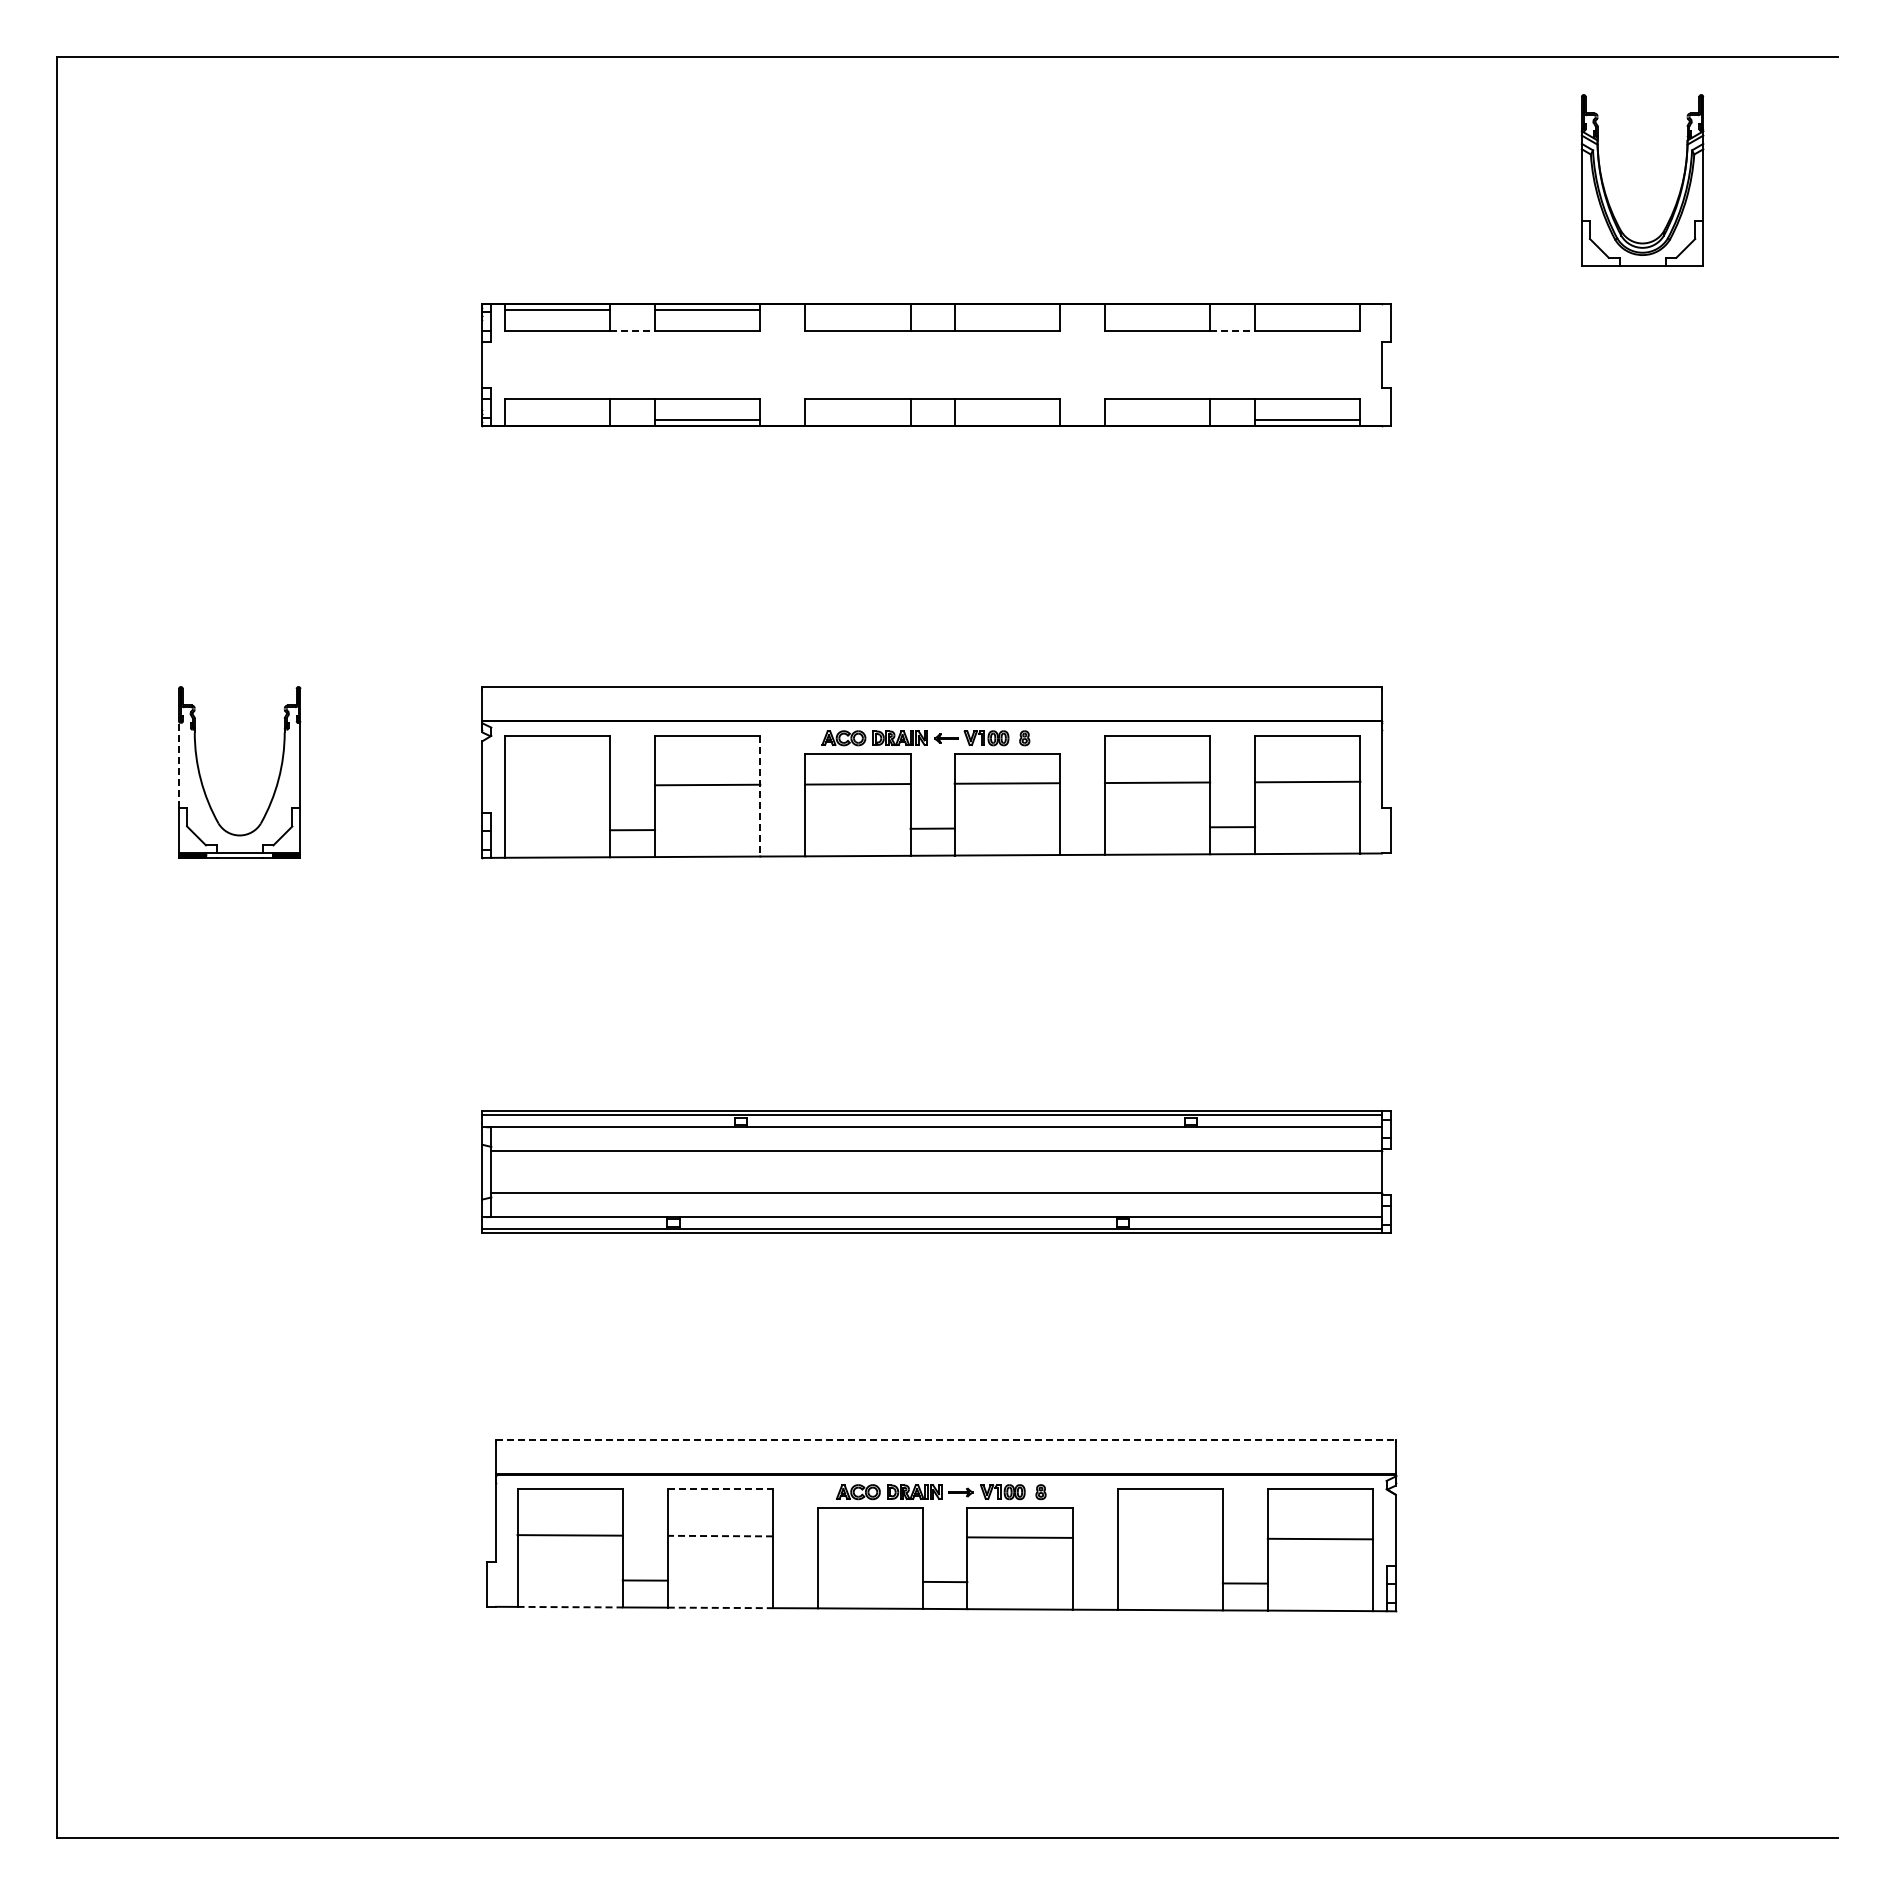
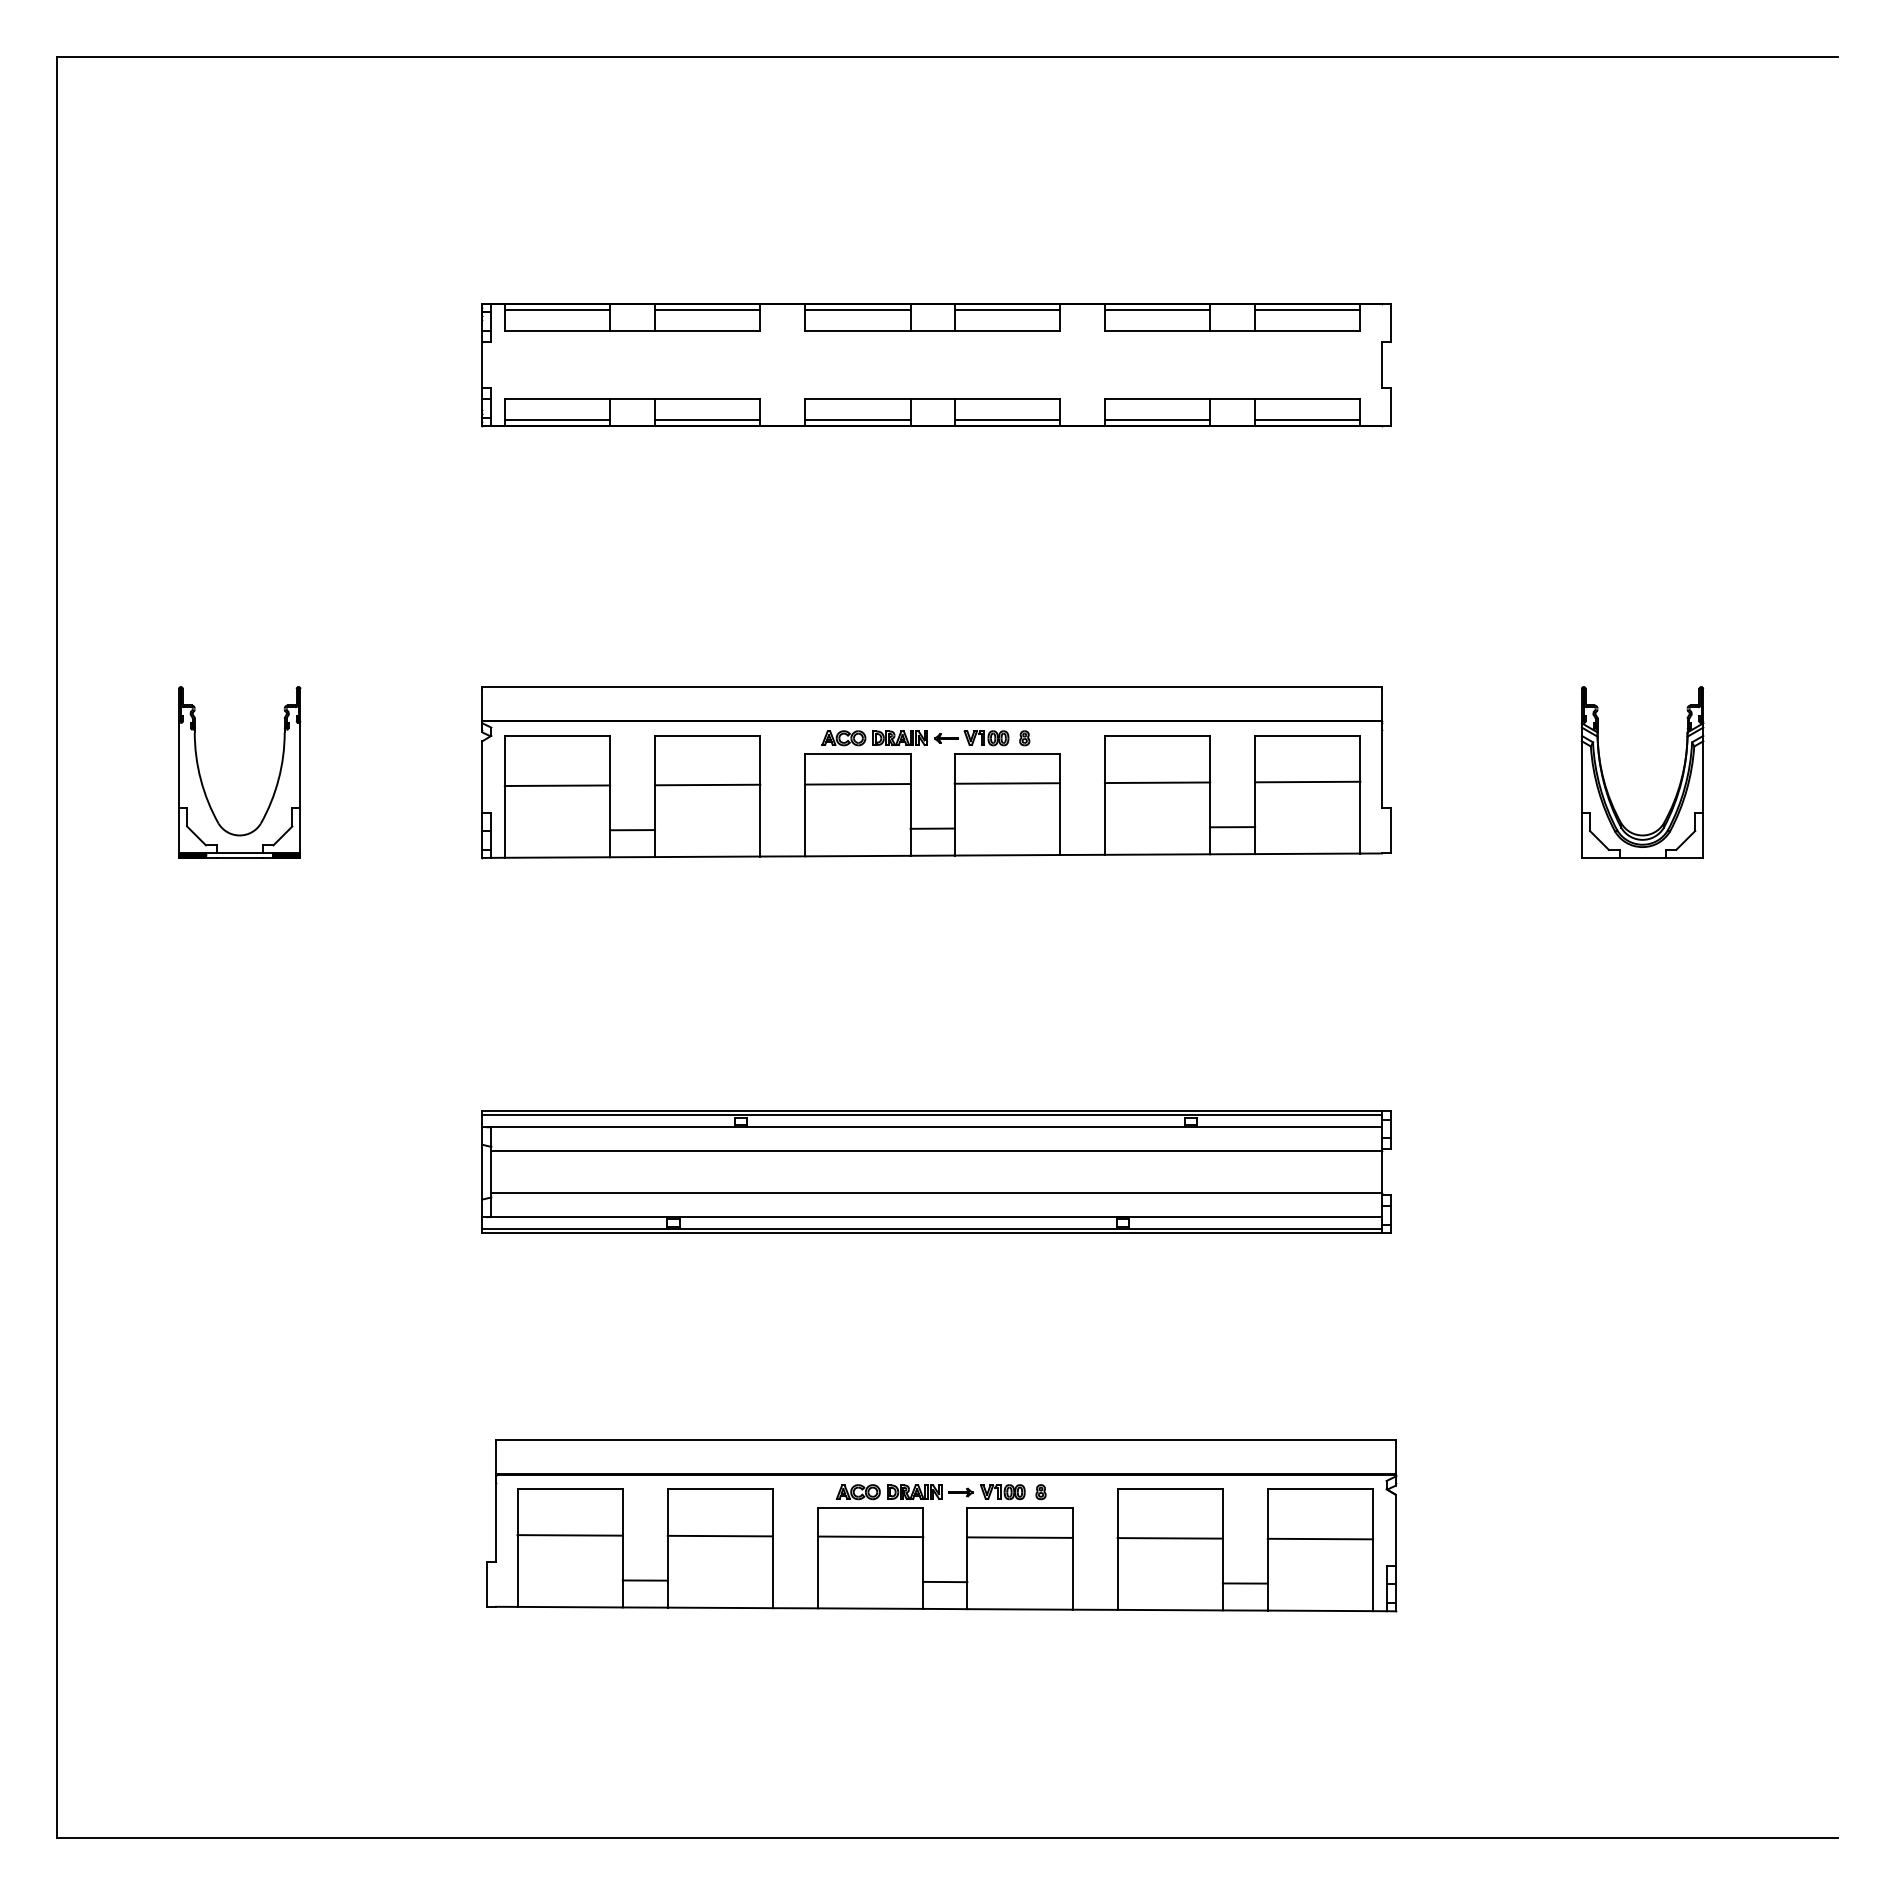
part at (1605, 189) position: (1605, 189) -> (1605, 781)
line at (857, 309): none -> present
line at (1006, 309): none -> present
line at (1157, 309): none -> present
line at (1307, 309): none -> present
line at (633, 331): dashed -> solid
line at (1233, 331): dashed -> solid
line at (557, 420): none -> present
line at (857, 420): none -> present
line at (1006, 420): none -> present
line at (1157, 420): none -> present
line at (179, 764): dashed -> solid
line at (557, 785): none -> present
line at (760, 796): dashed -> solid
line at (945, 1440): dashed -> solid
line at (720, 1488): dashed -> solid
line at (720, 1536): dashed -> solid
line at (870, 1536): none -> present
line at (1169, 1538): none -> present
line at (570, 1607): dashed -> solid
line at (720, 1607): dashed -> solid
